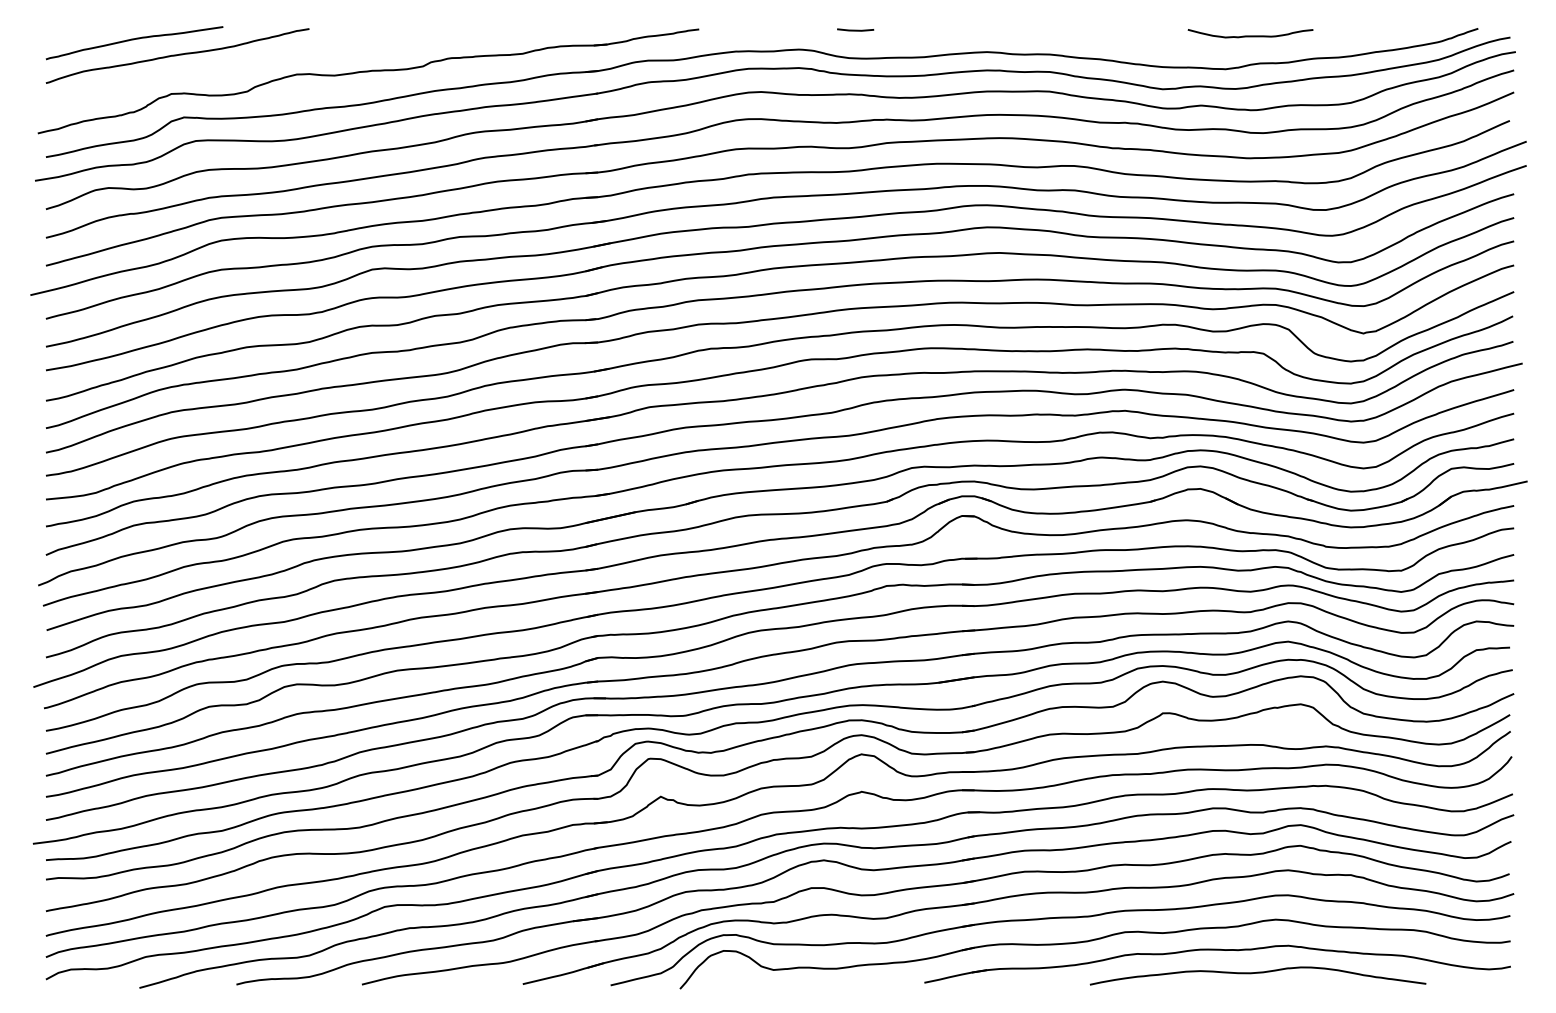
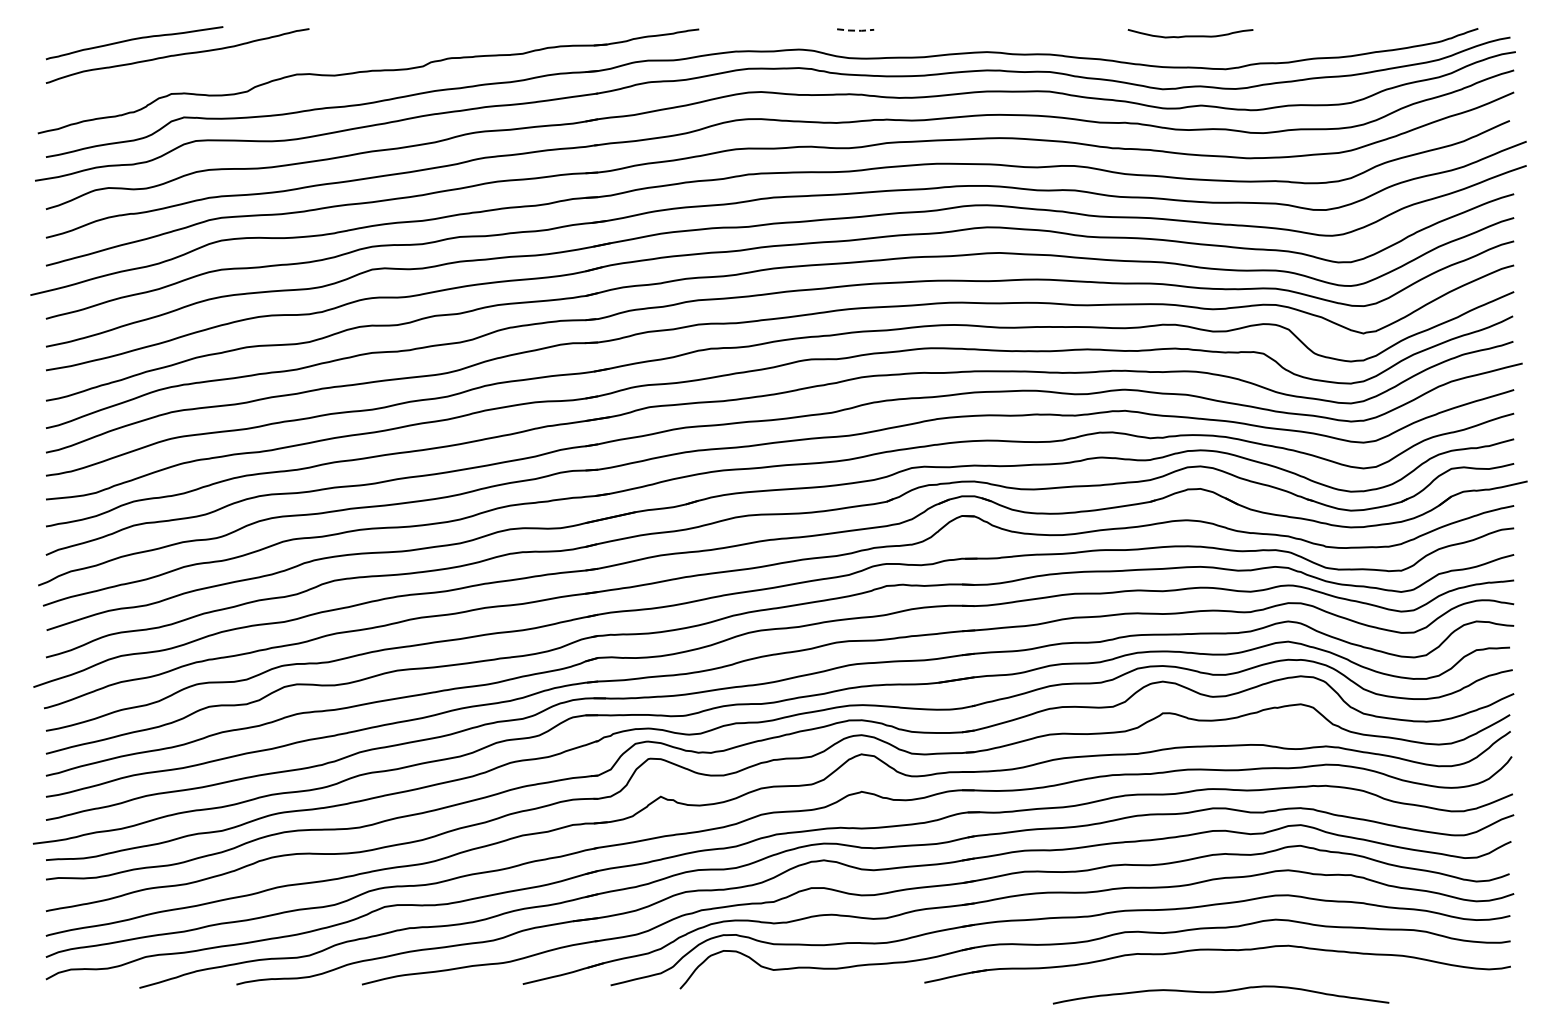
line at (855, 30): solid -> dashed
curve at (1250, 35) position: (1250, 35) -> (1190, 35)
curve at (1257, 973) position: (1257, 973) -> (1220, 992)
